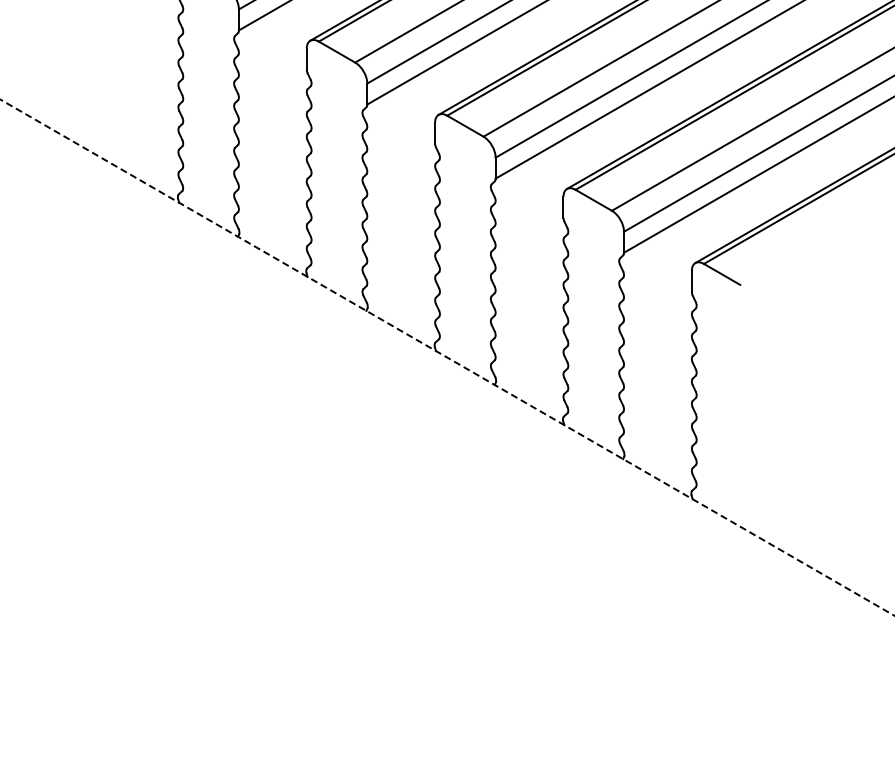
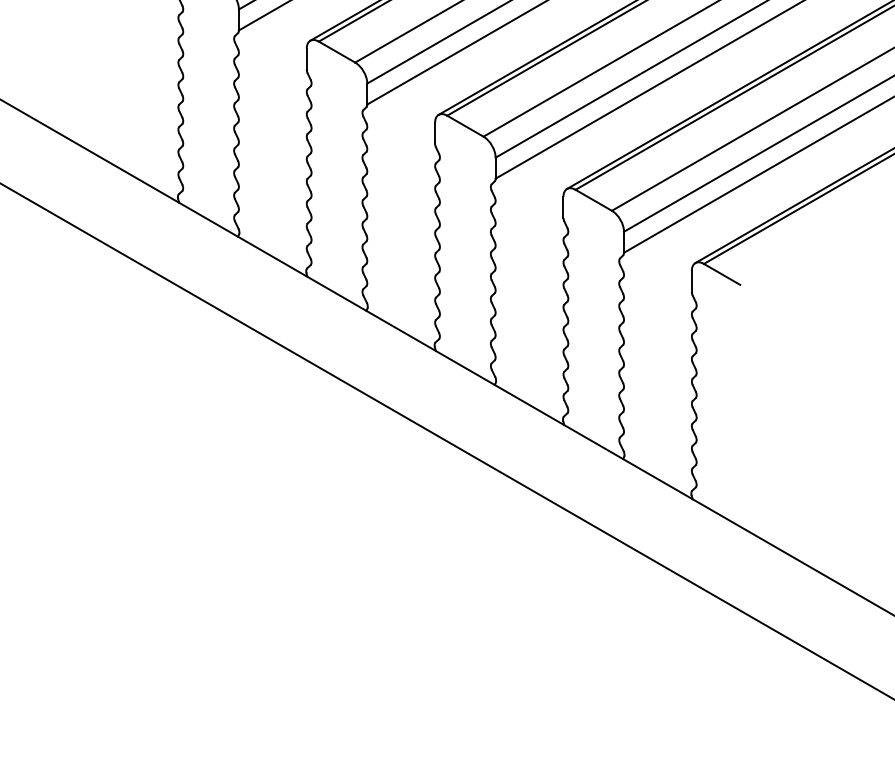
line at (447, 357): dashed -> solid
line at (446, 440): none -> present
